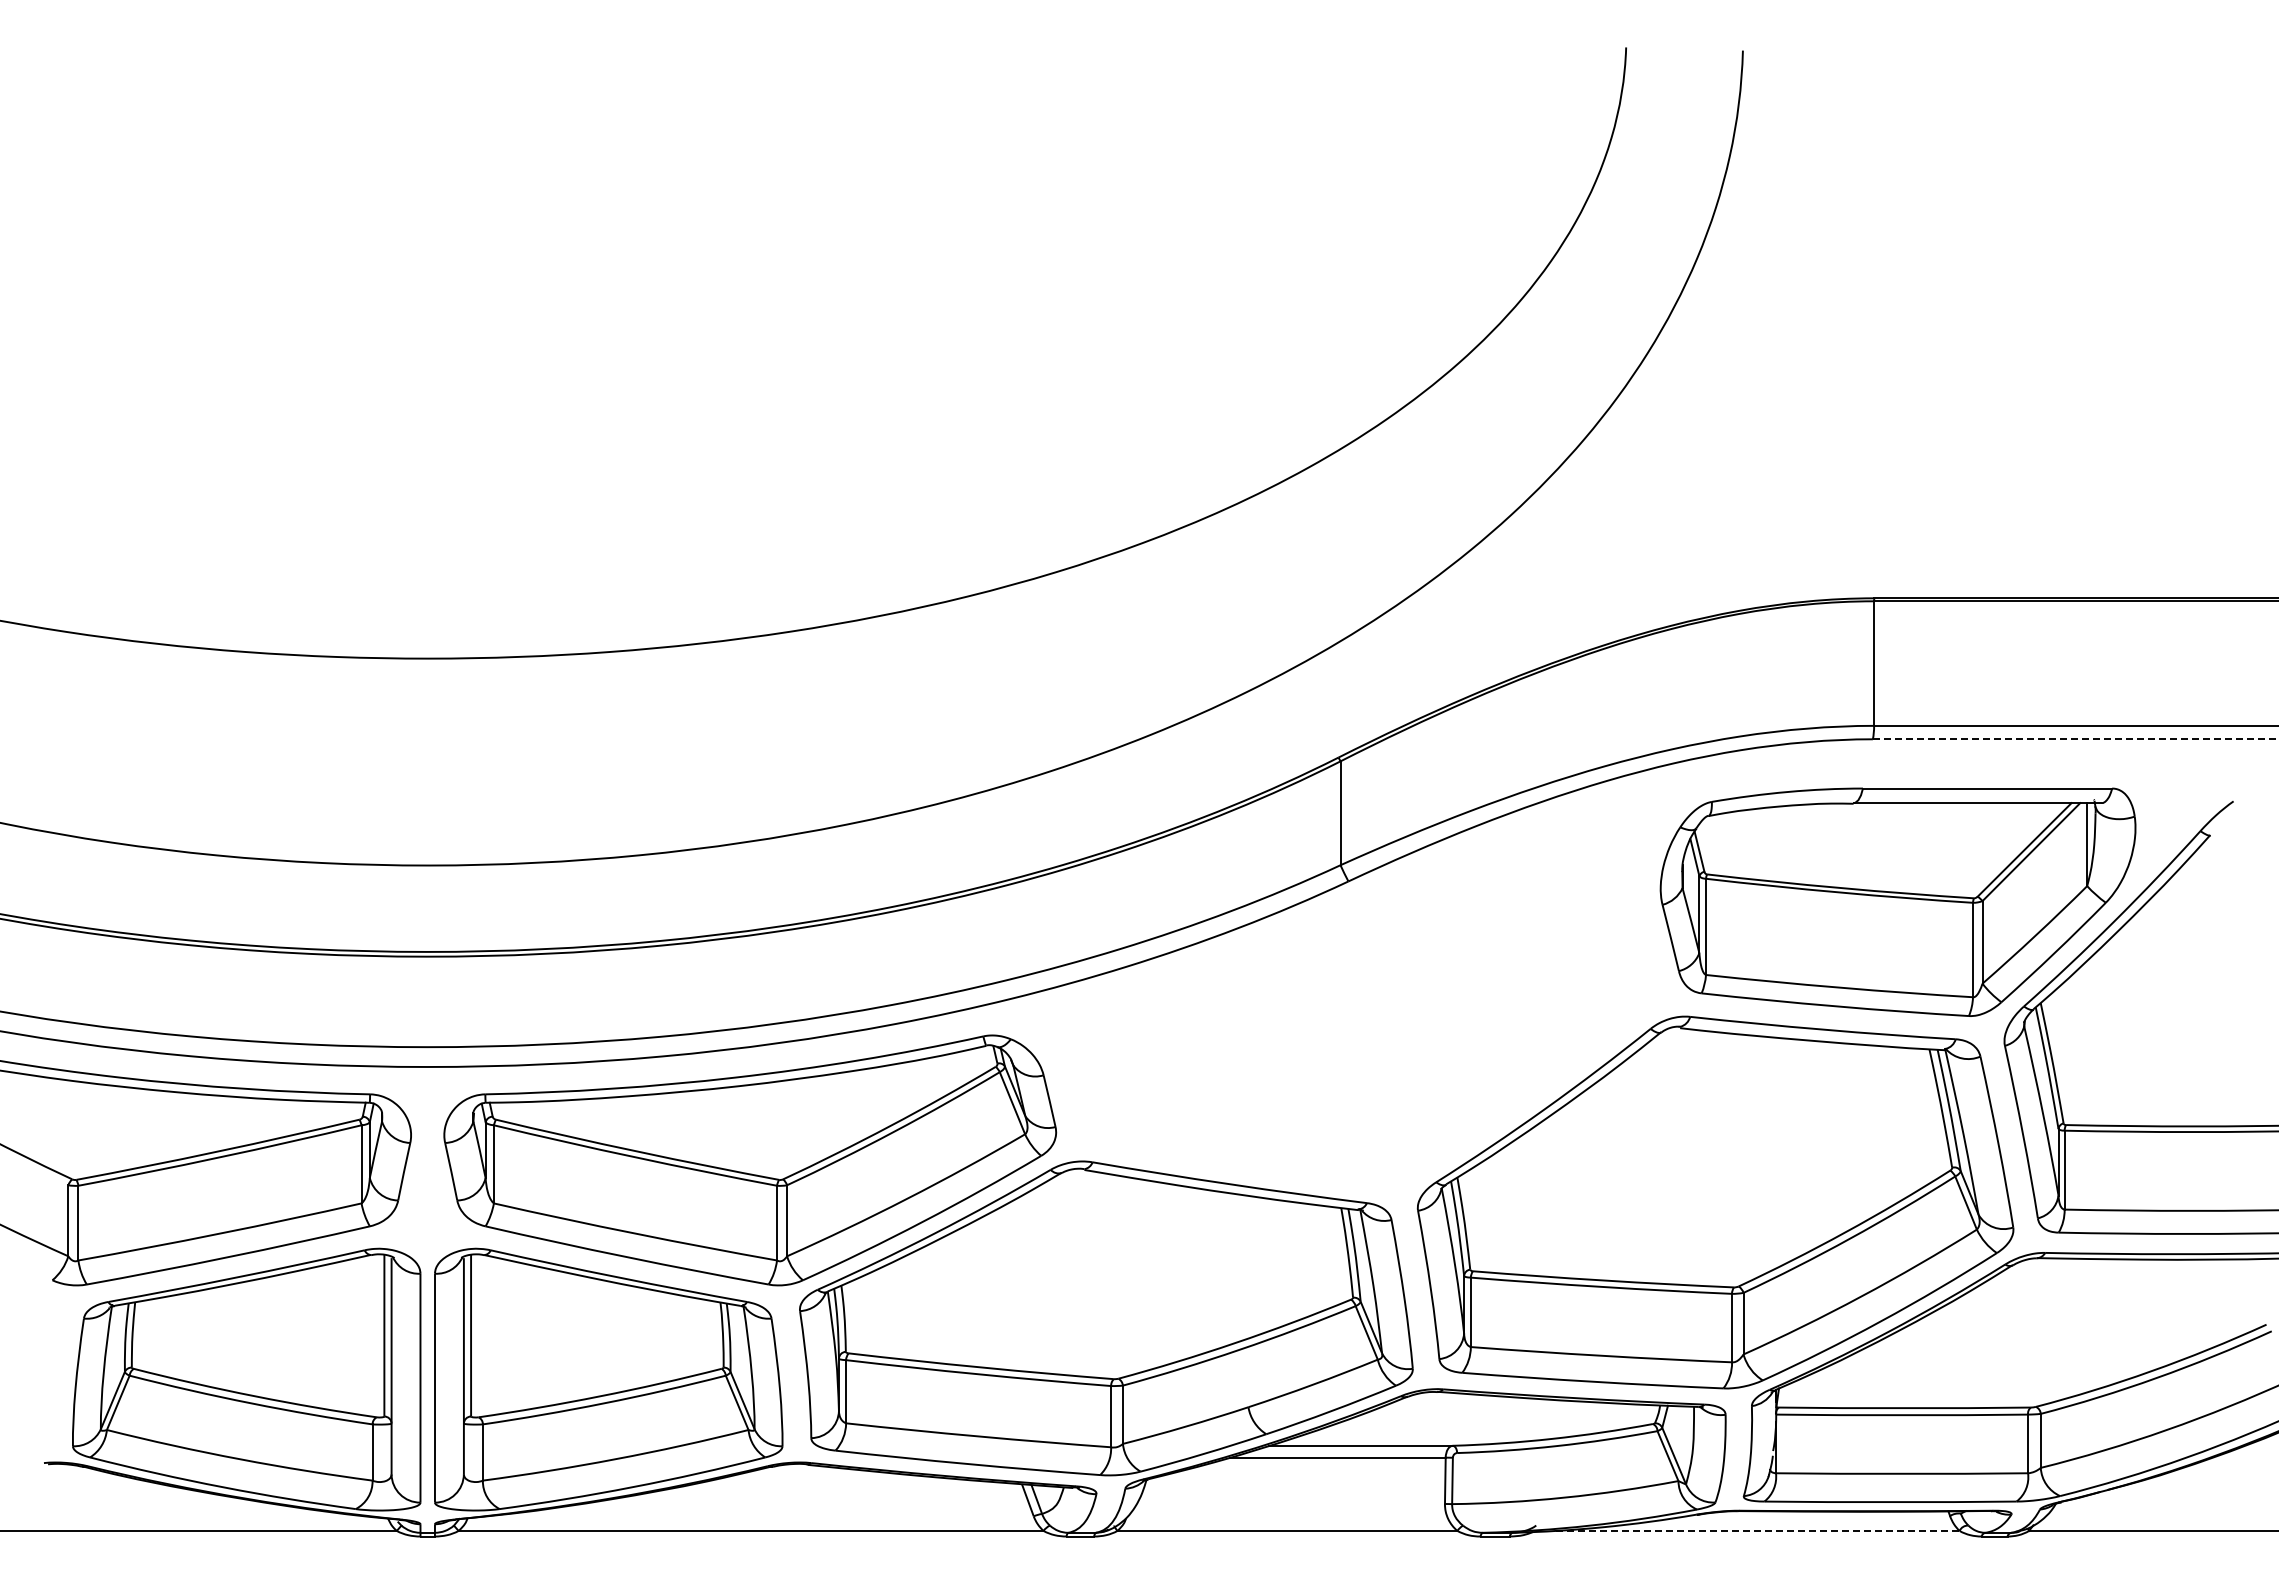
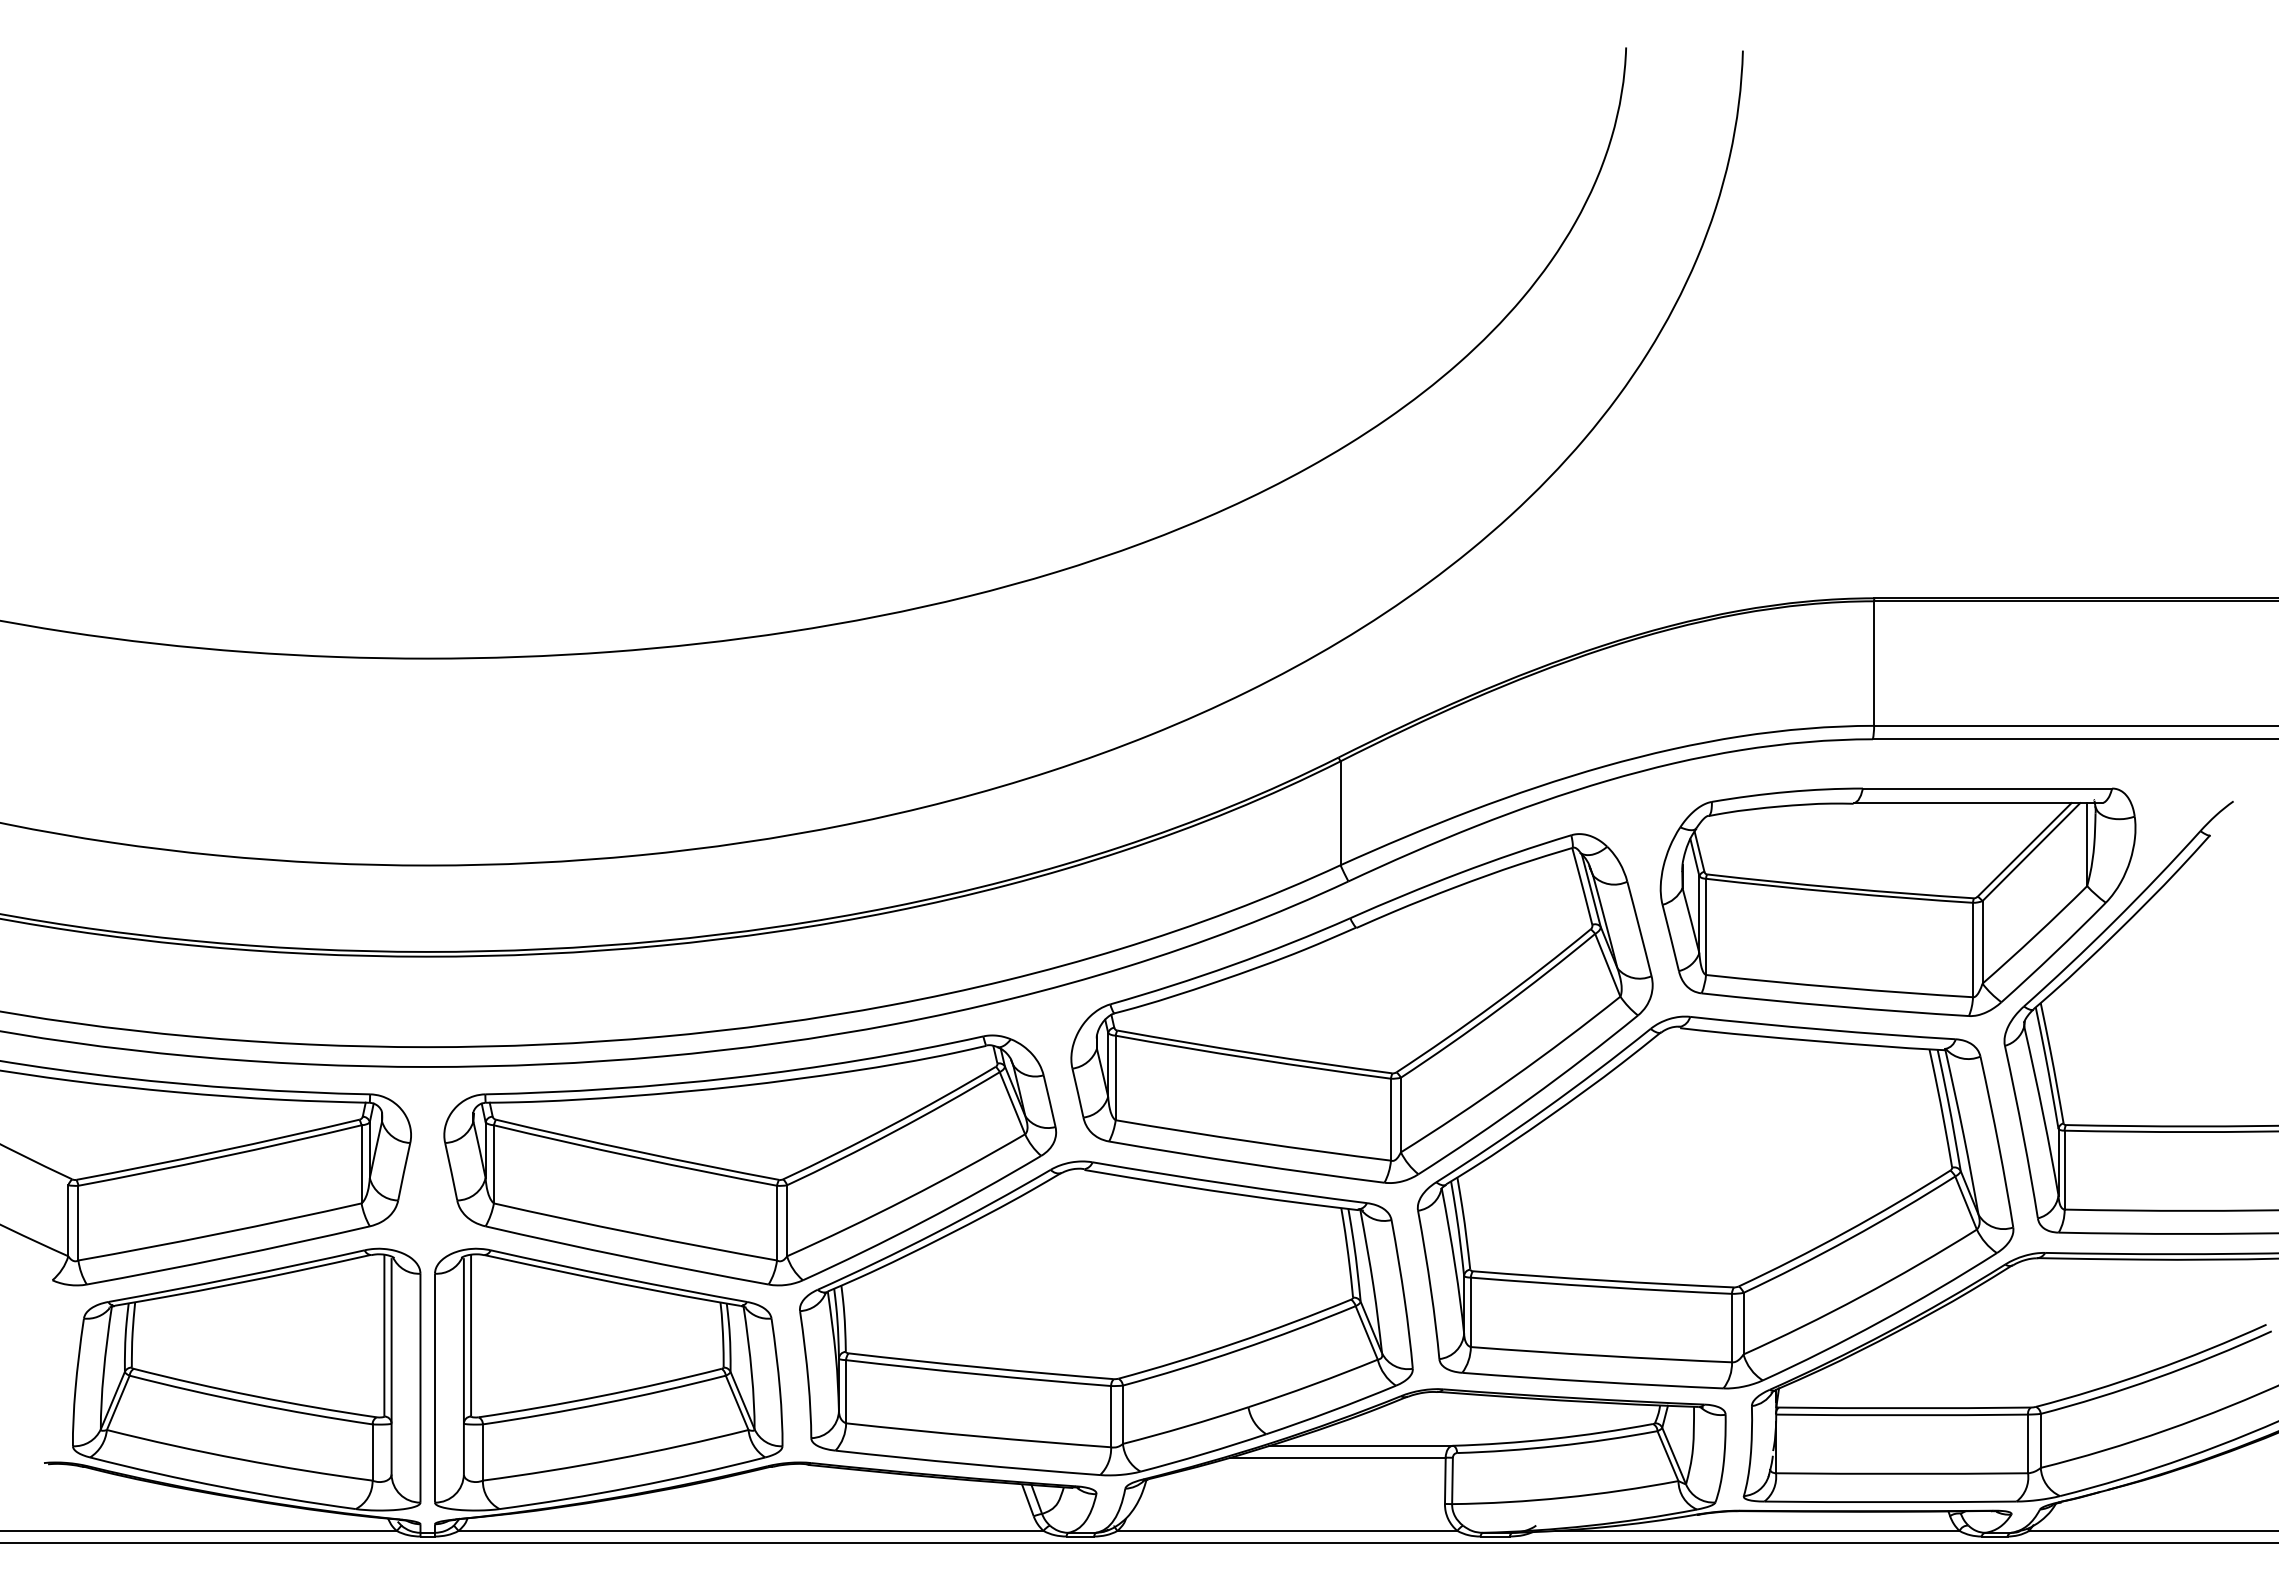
line at (2075, 739): dashed -> solid
part at (1361, 1008): none -> present
line at (1757, 1530): dashed -> solid
line at (1138, 1542): none -> present
